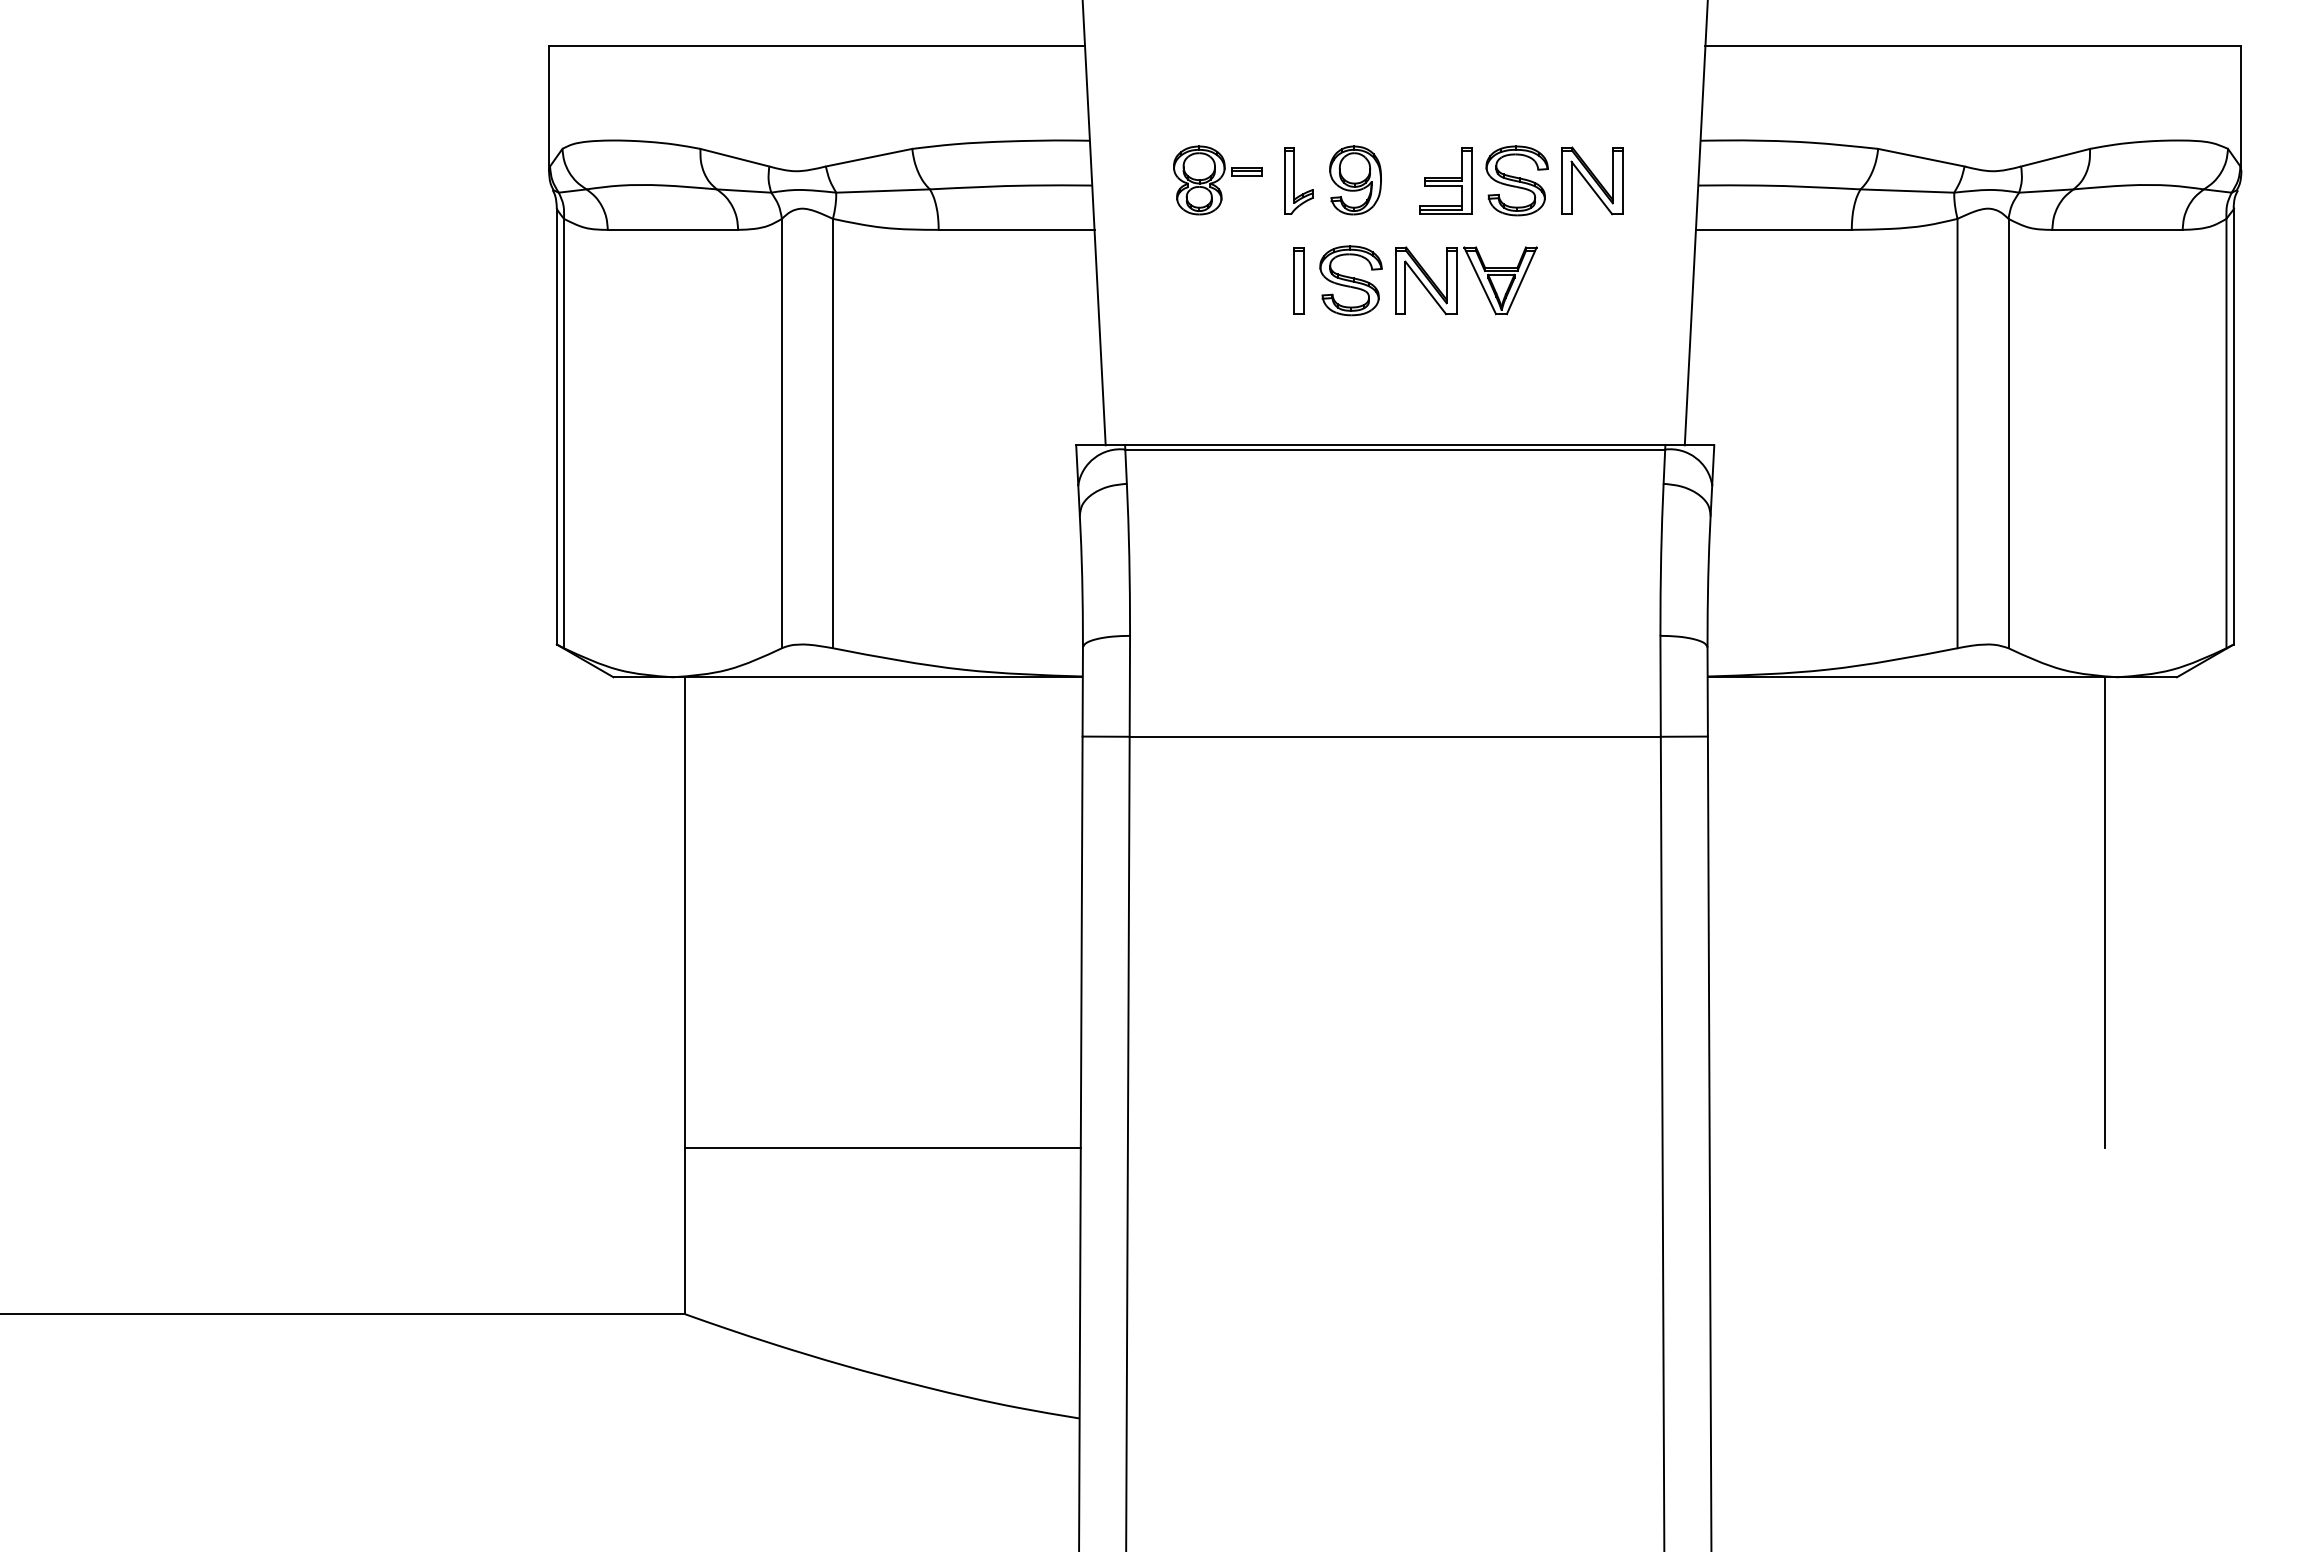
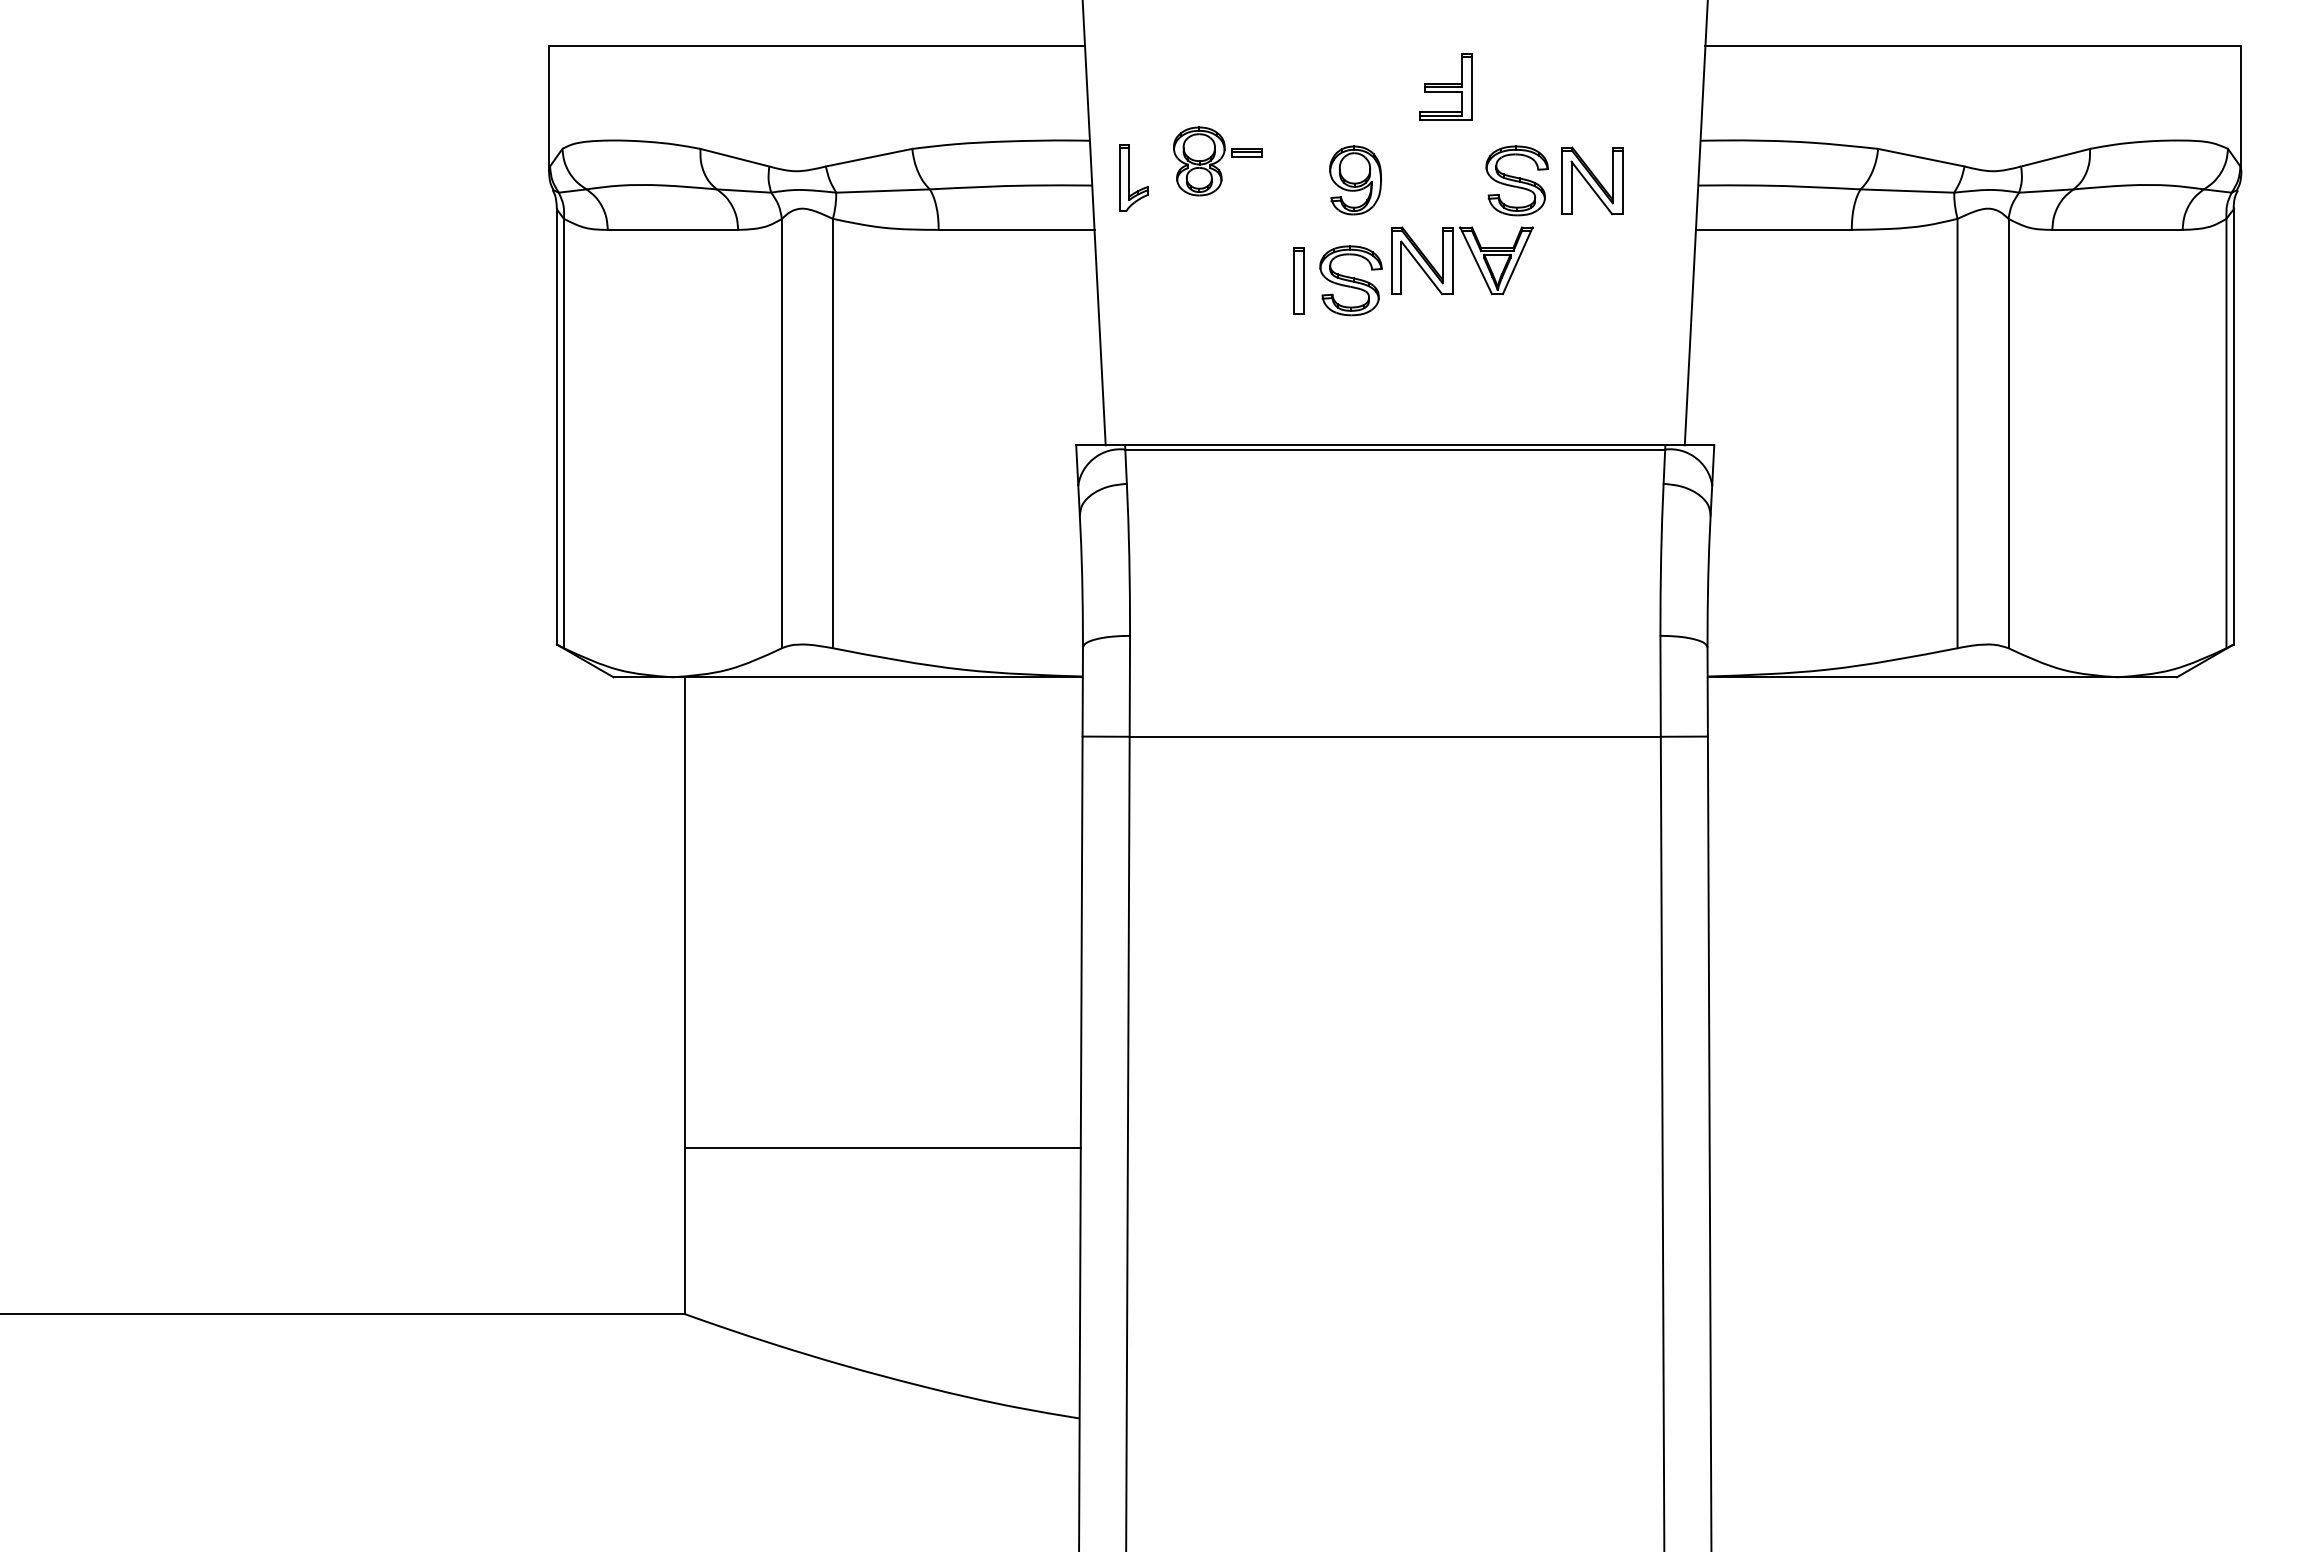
part at (1217, 180) position: (1217, 180) -> (1217, 161)
part at (1298, 180) position: (1298, 180) -> (1133, 177)
part at (1445, 180) position: (1445, 180) -> (1445, 86)
part at (1457, 280) position: (1457, 280) -> (1453, 260)
line at (2105, 912): present -> none
